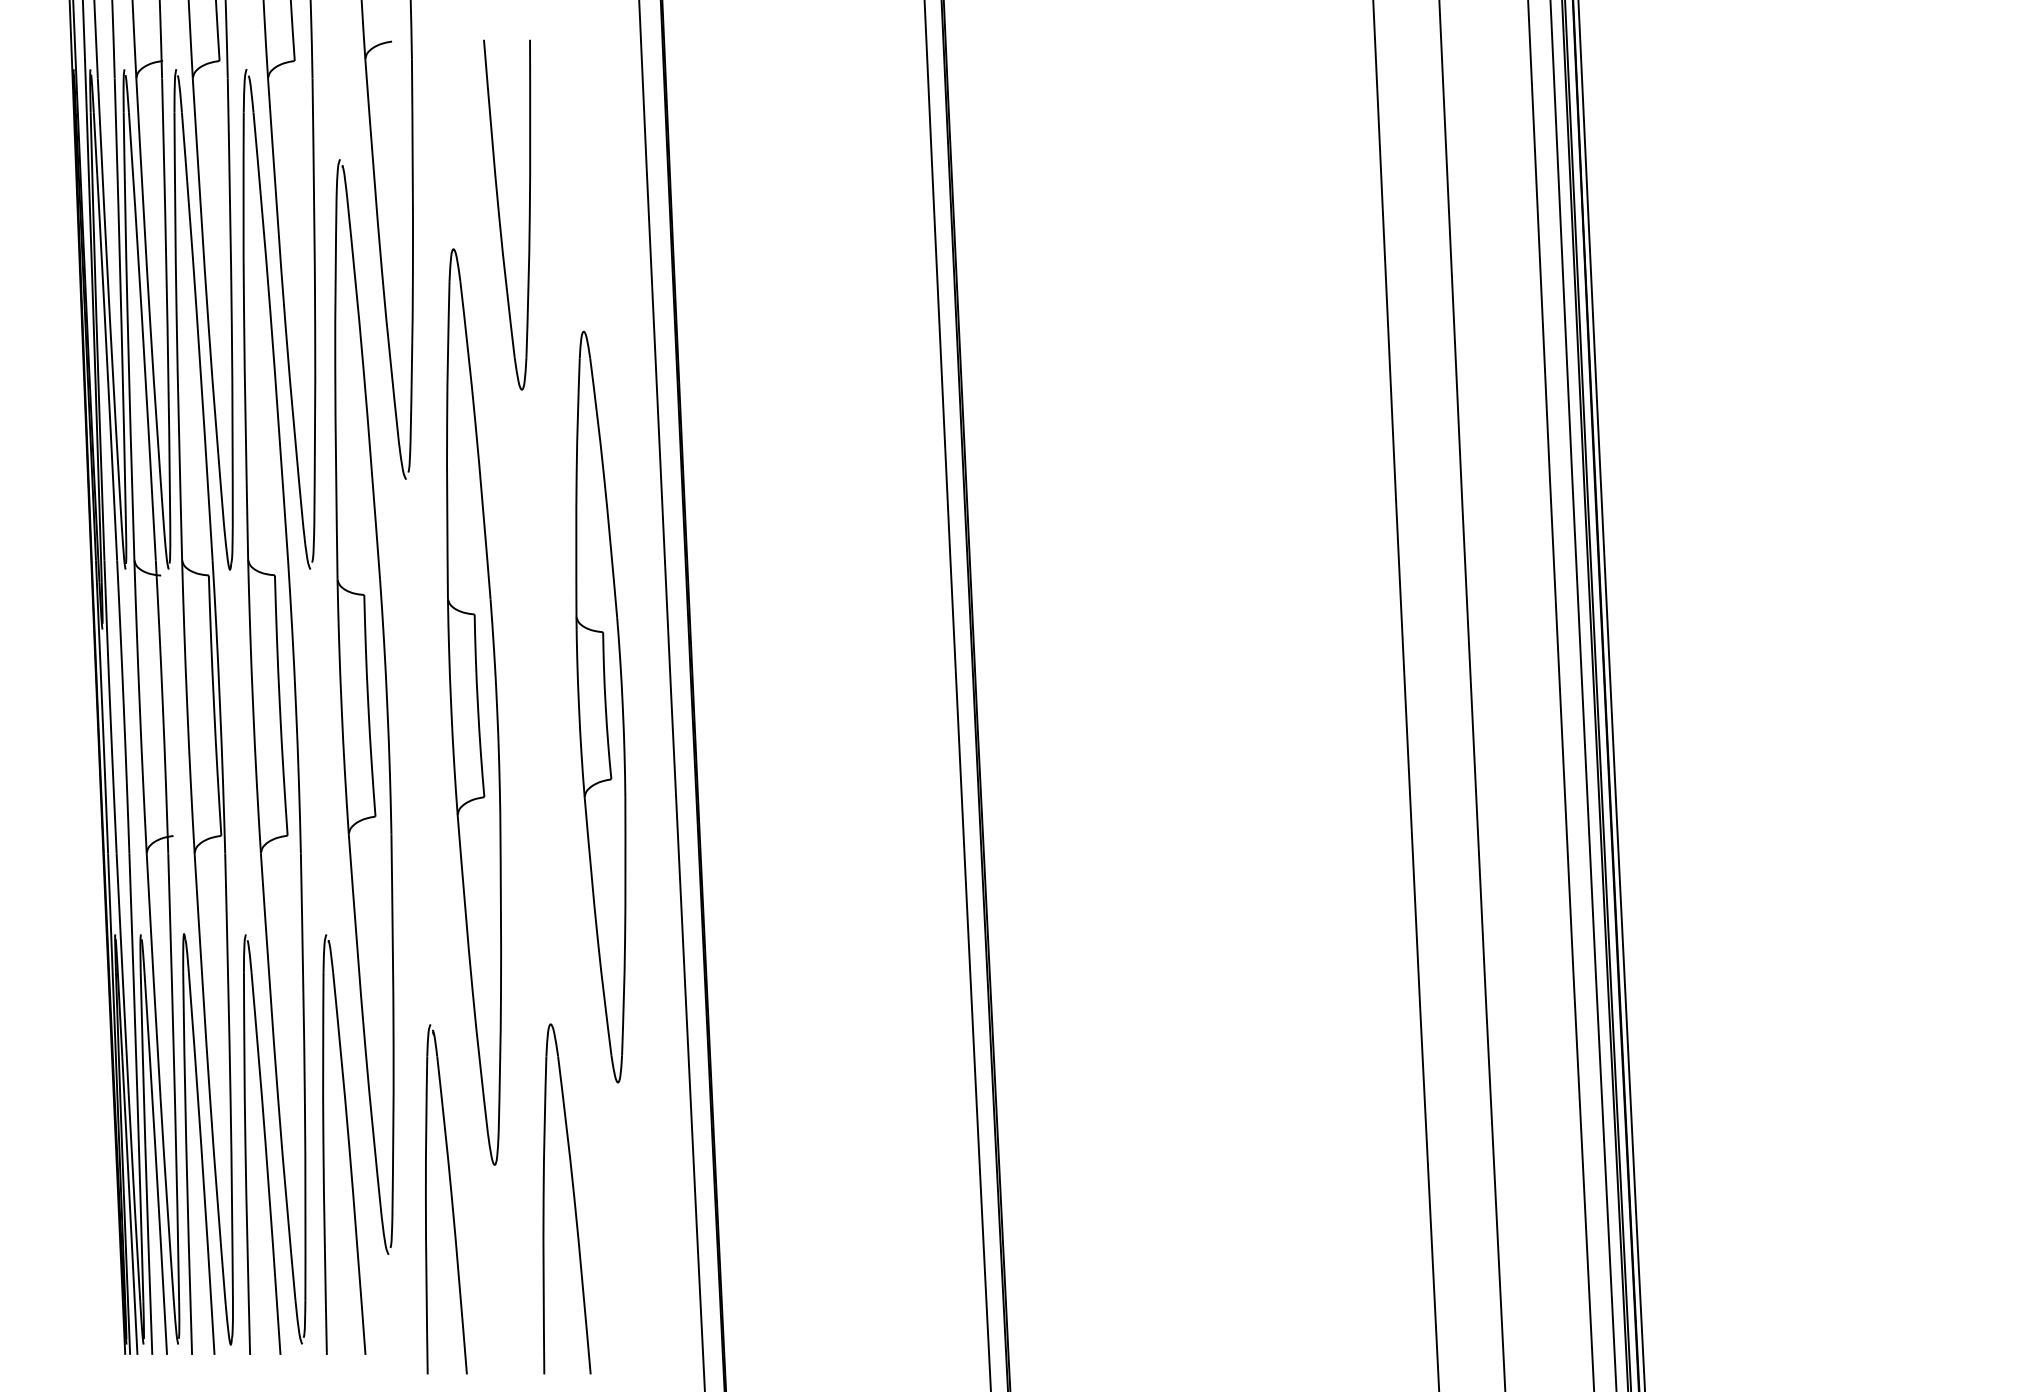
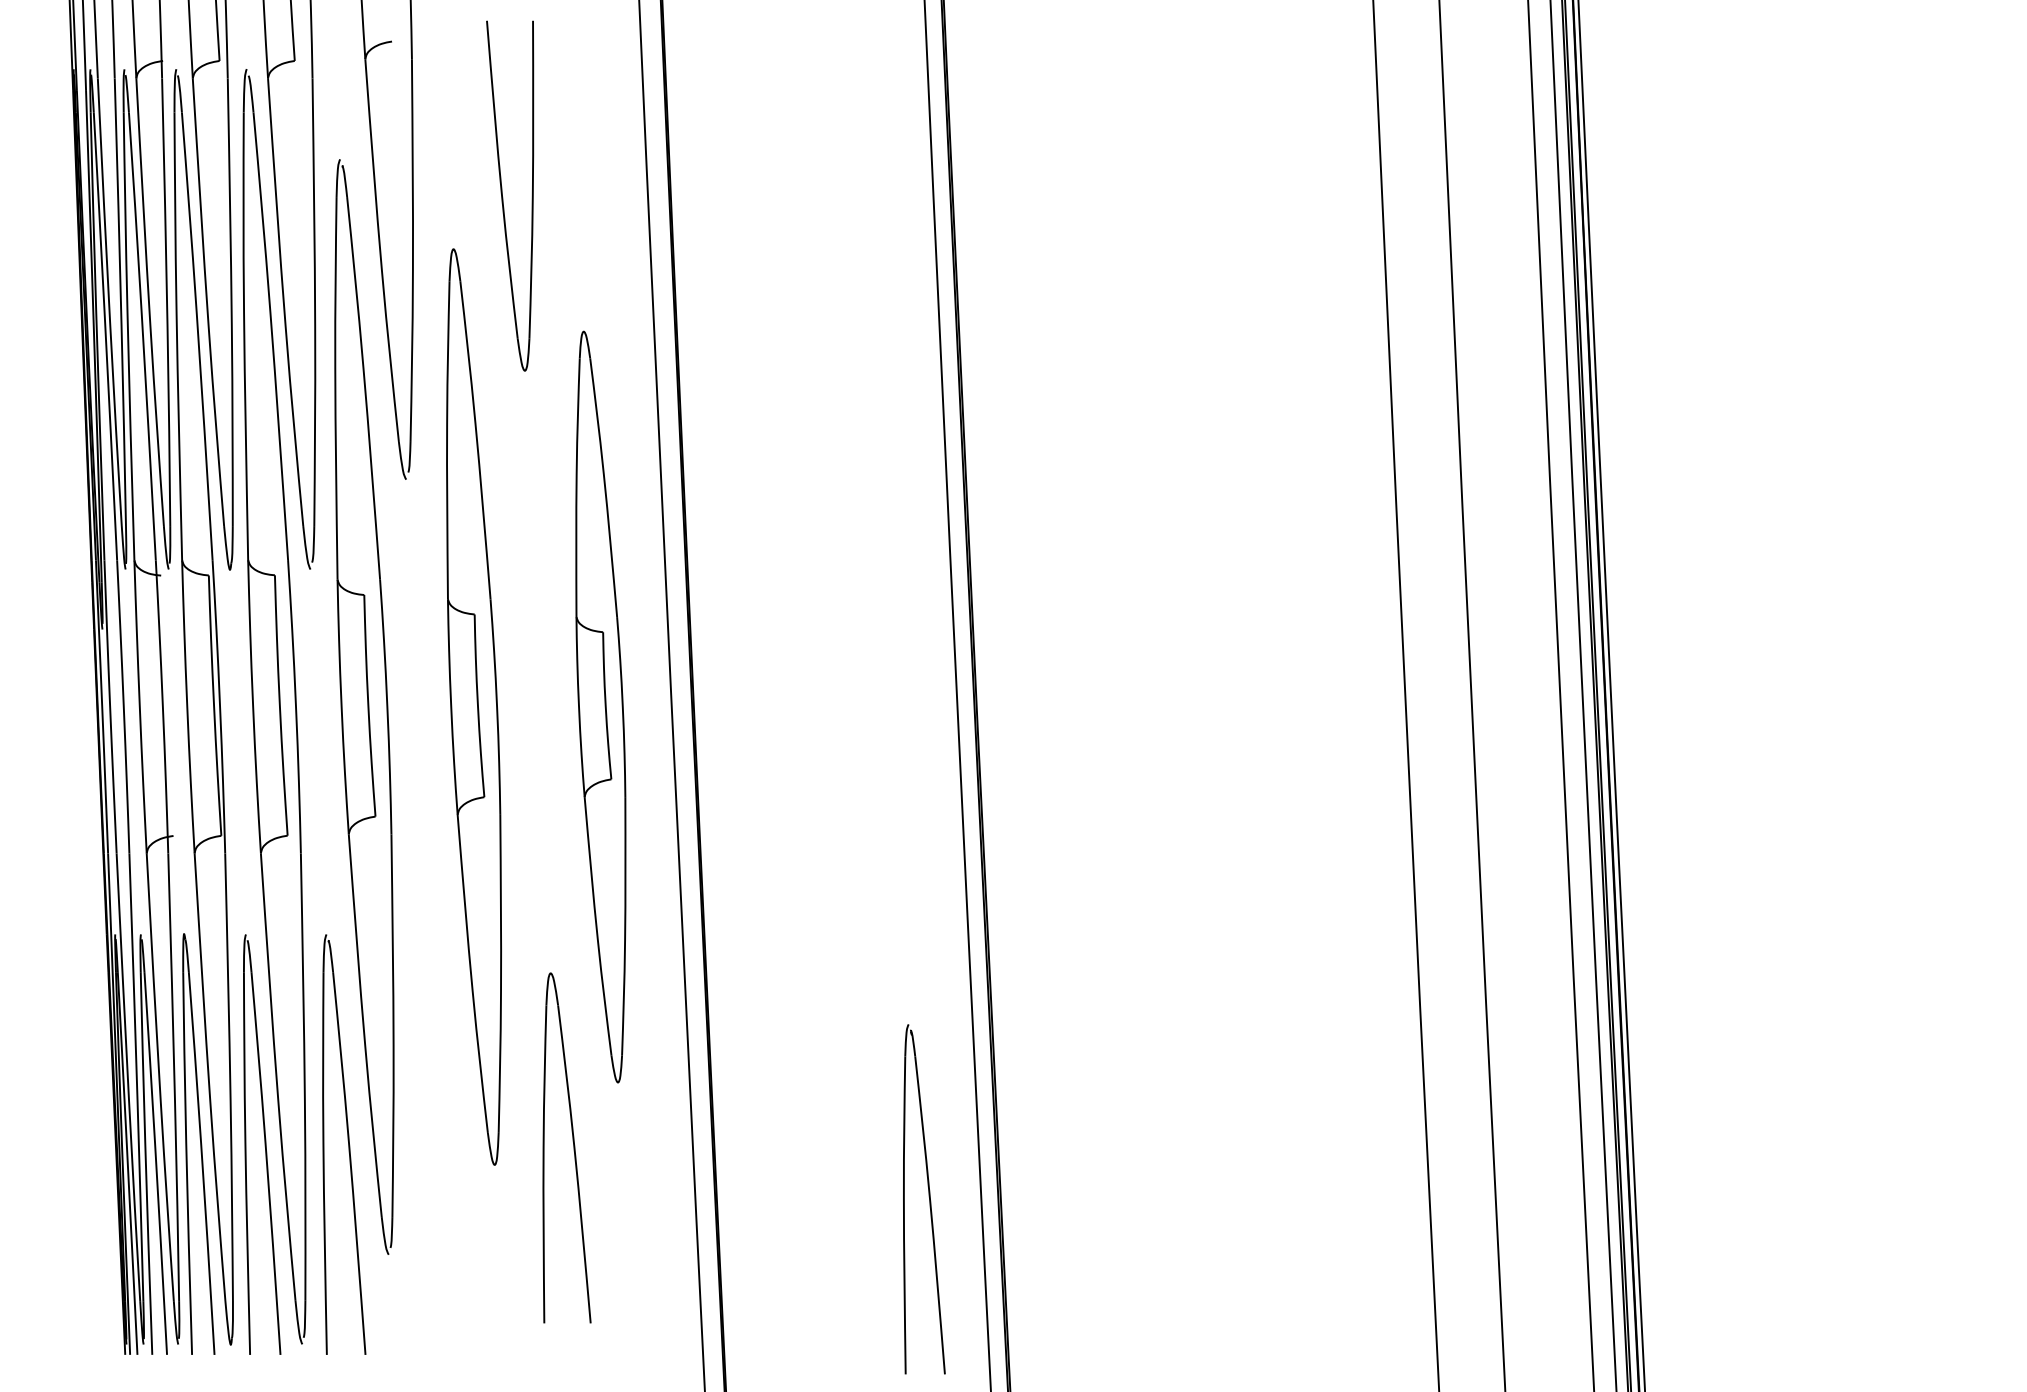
part at (500, 216) position: (500, 216) -> (503, 197)
part at (573, 1198) position: (573, 1198) -> (573, 1147)
part at (446, 1199) position: (446, 1199) -> (924, 1199)
